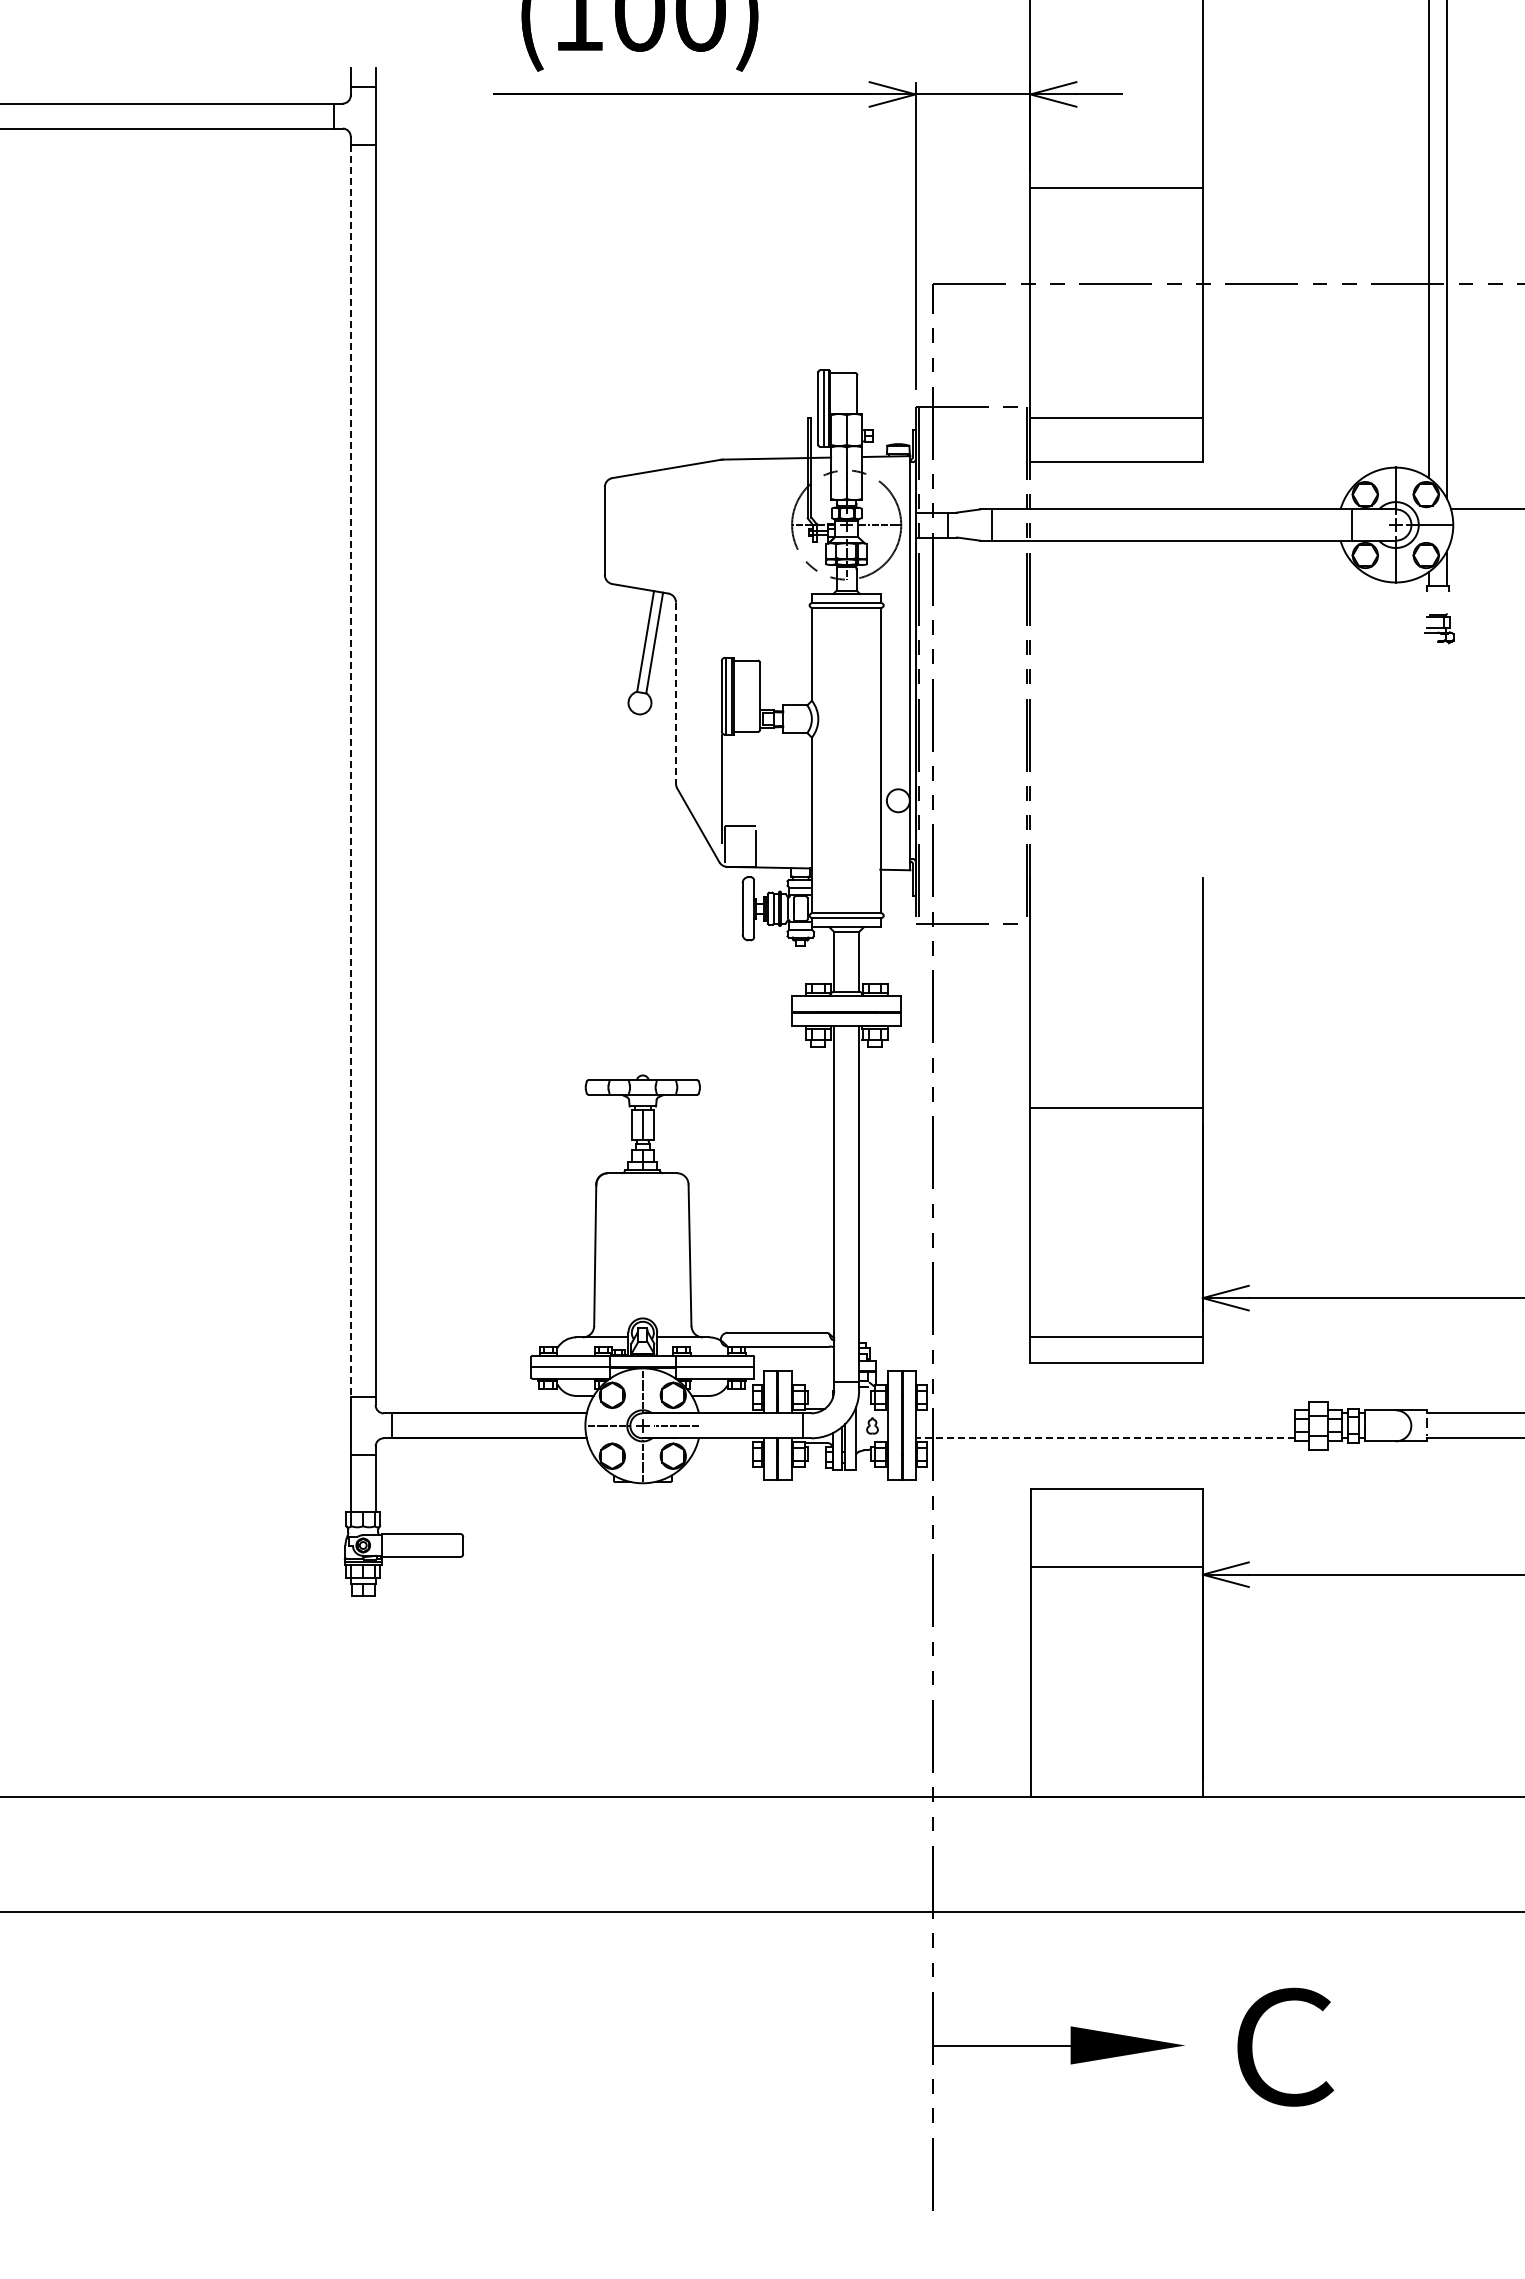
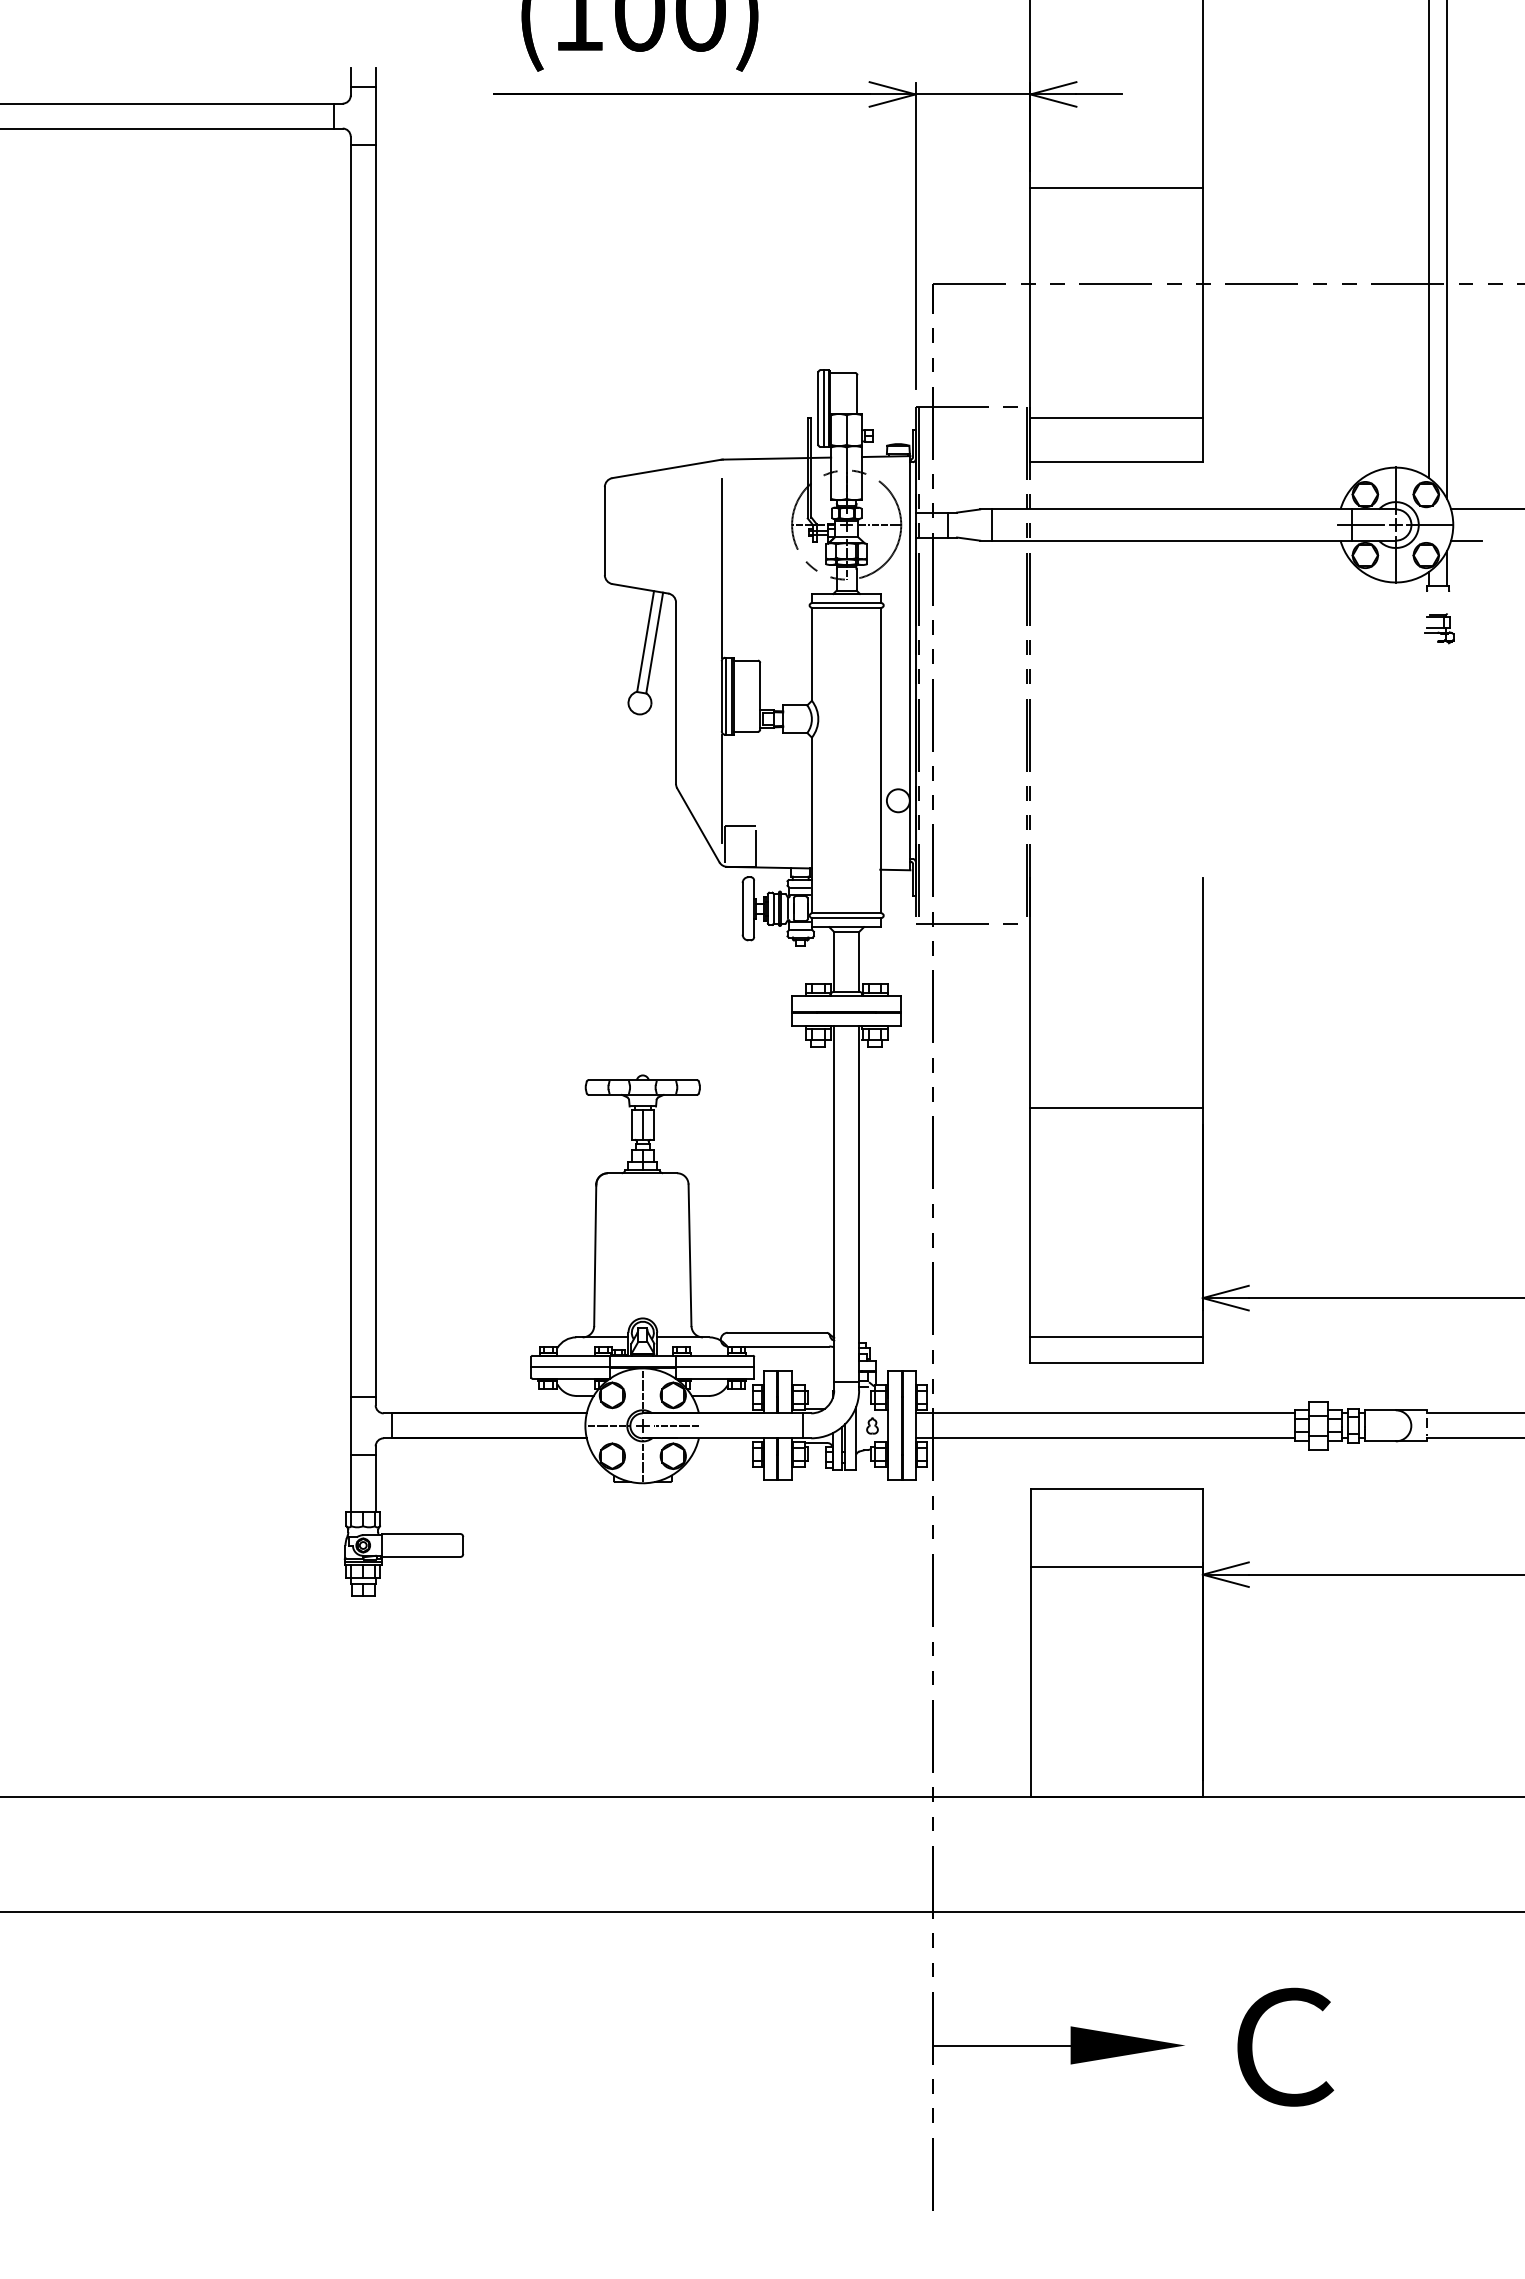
line at (1361, 525): none -> present
line at (1466, 540): none -> present
line at (722, 567): none -> present
line at (676, 693): dashed -> solid
line at (350, 770): dashed -> solid
line at (1104, 1413): none -> present
line at (1105, 1438): dashed -> solid
